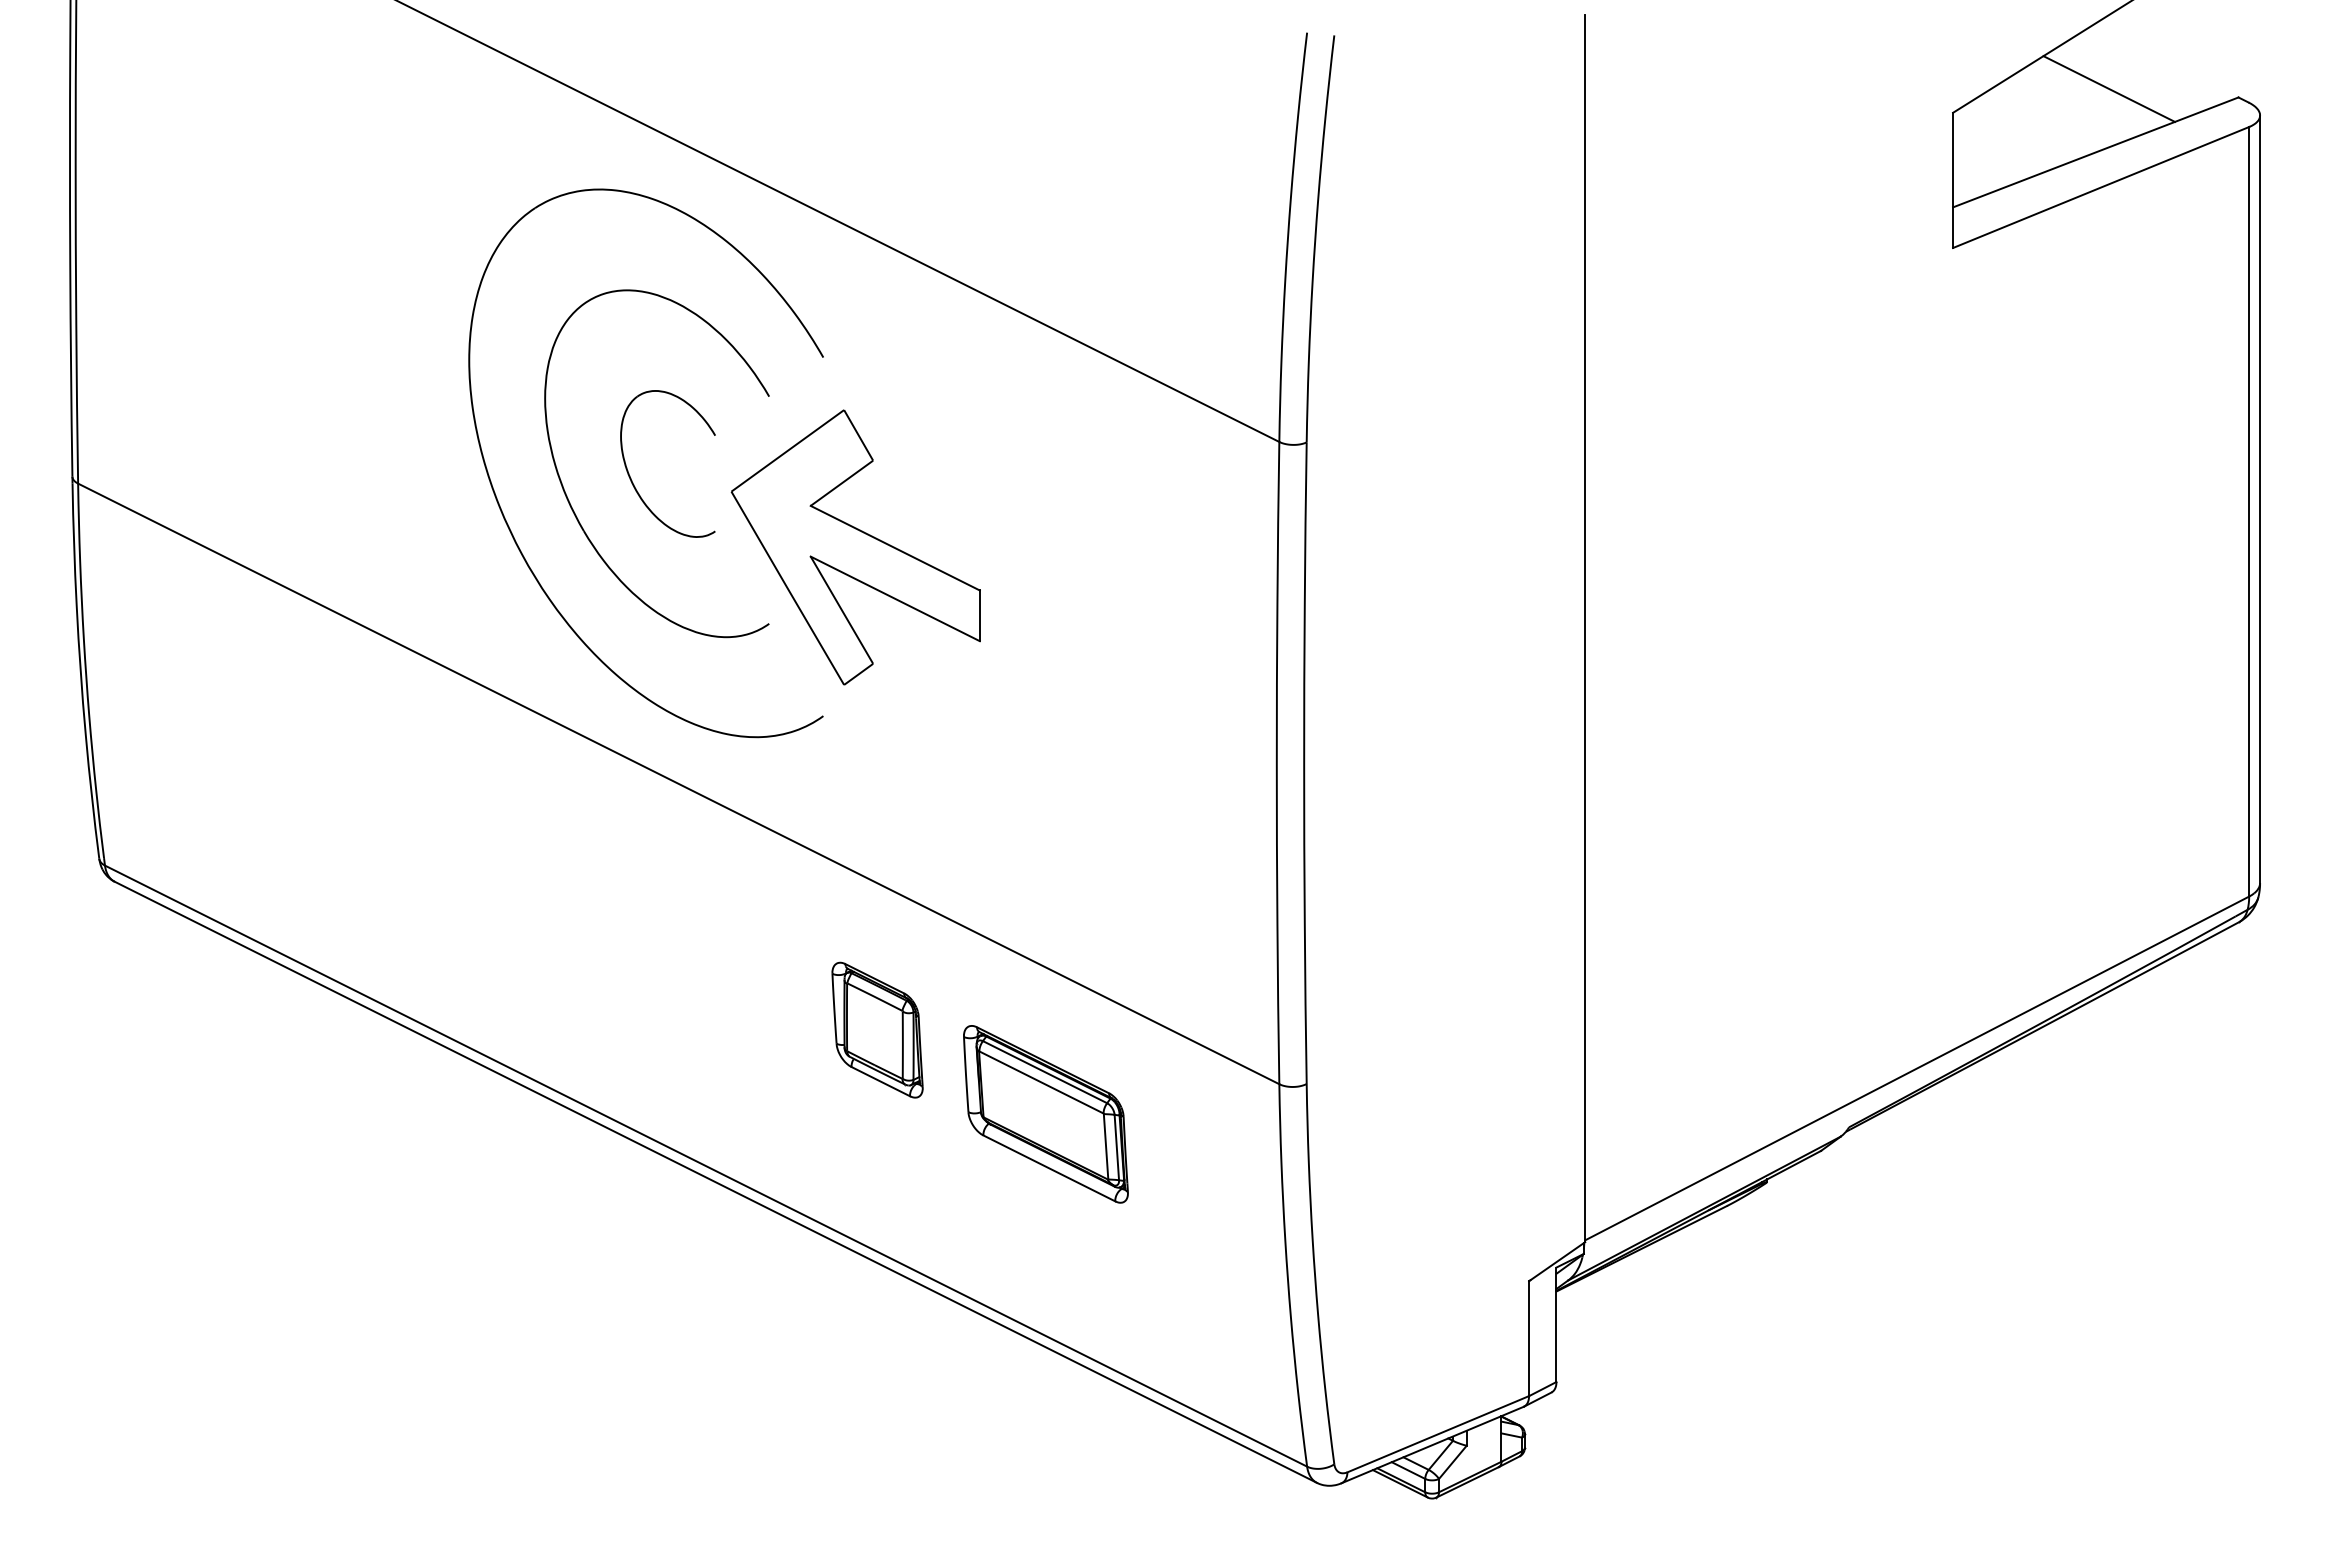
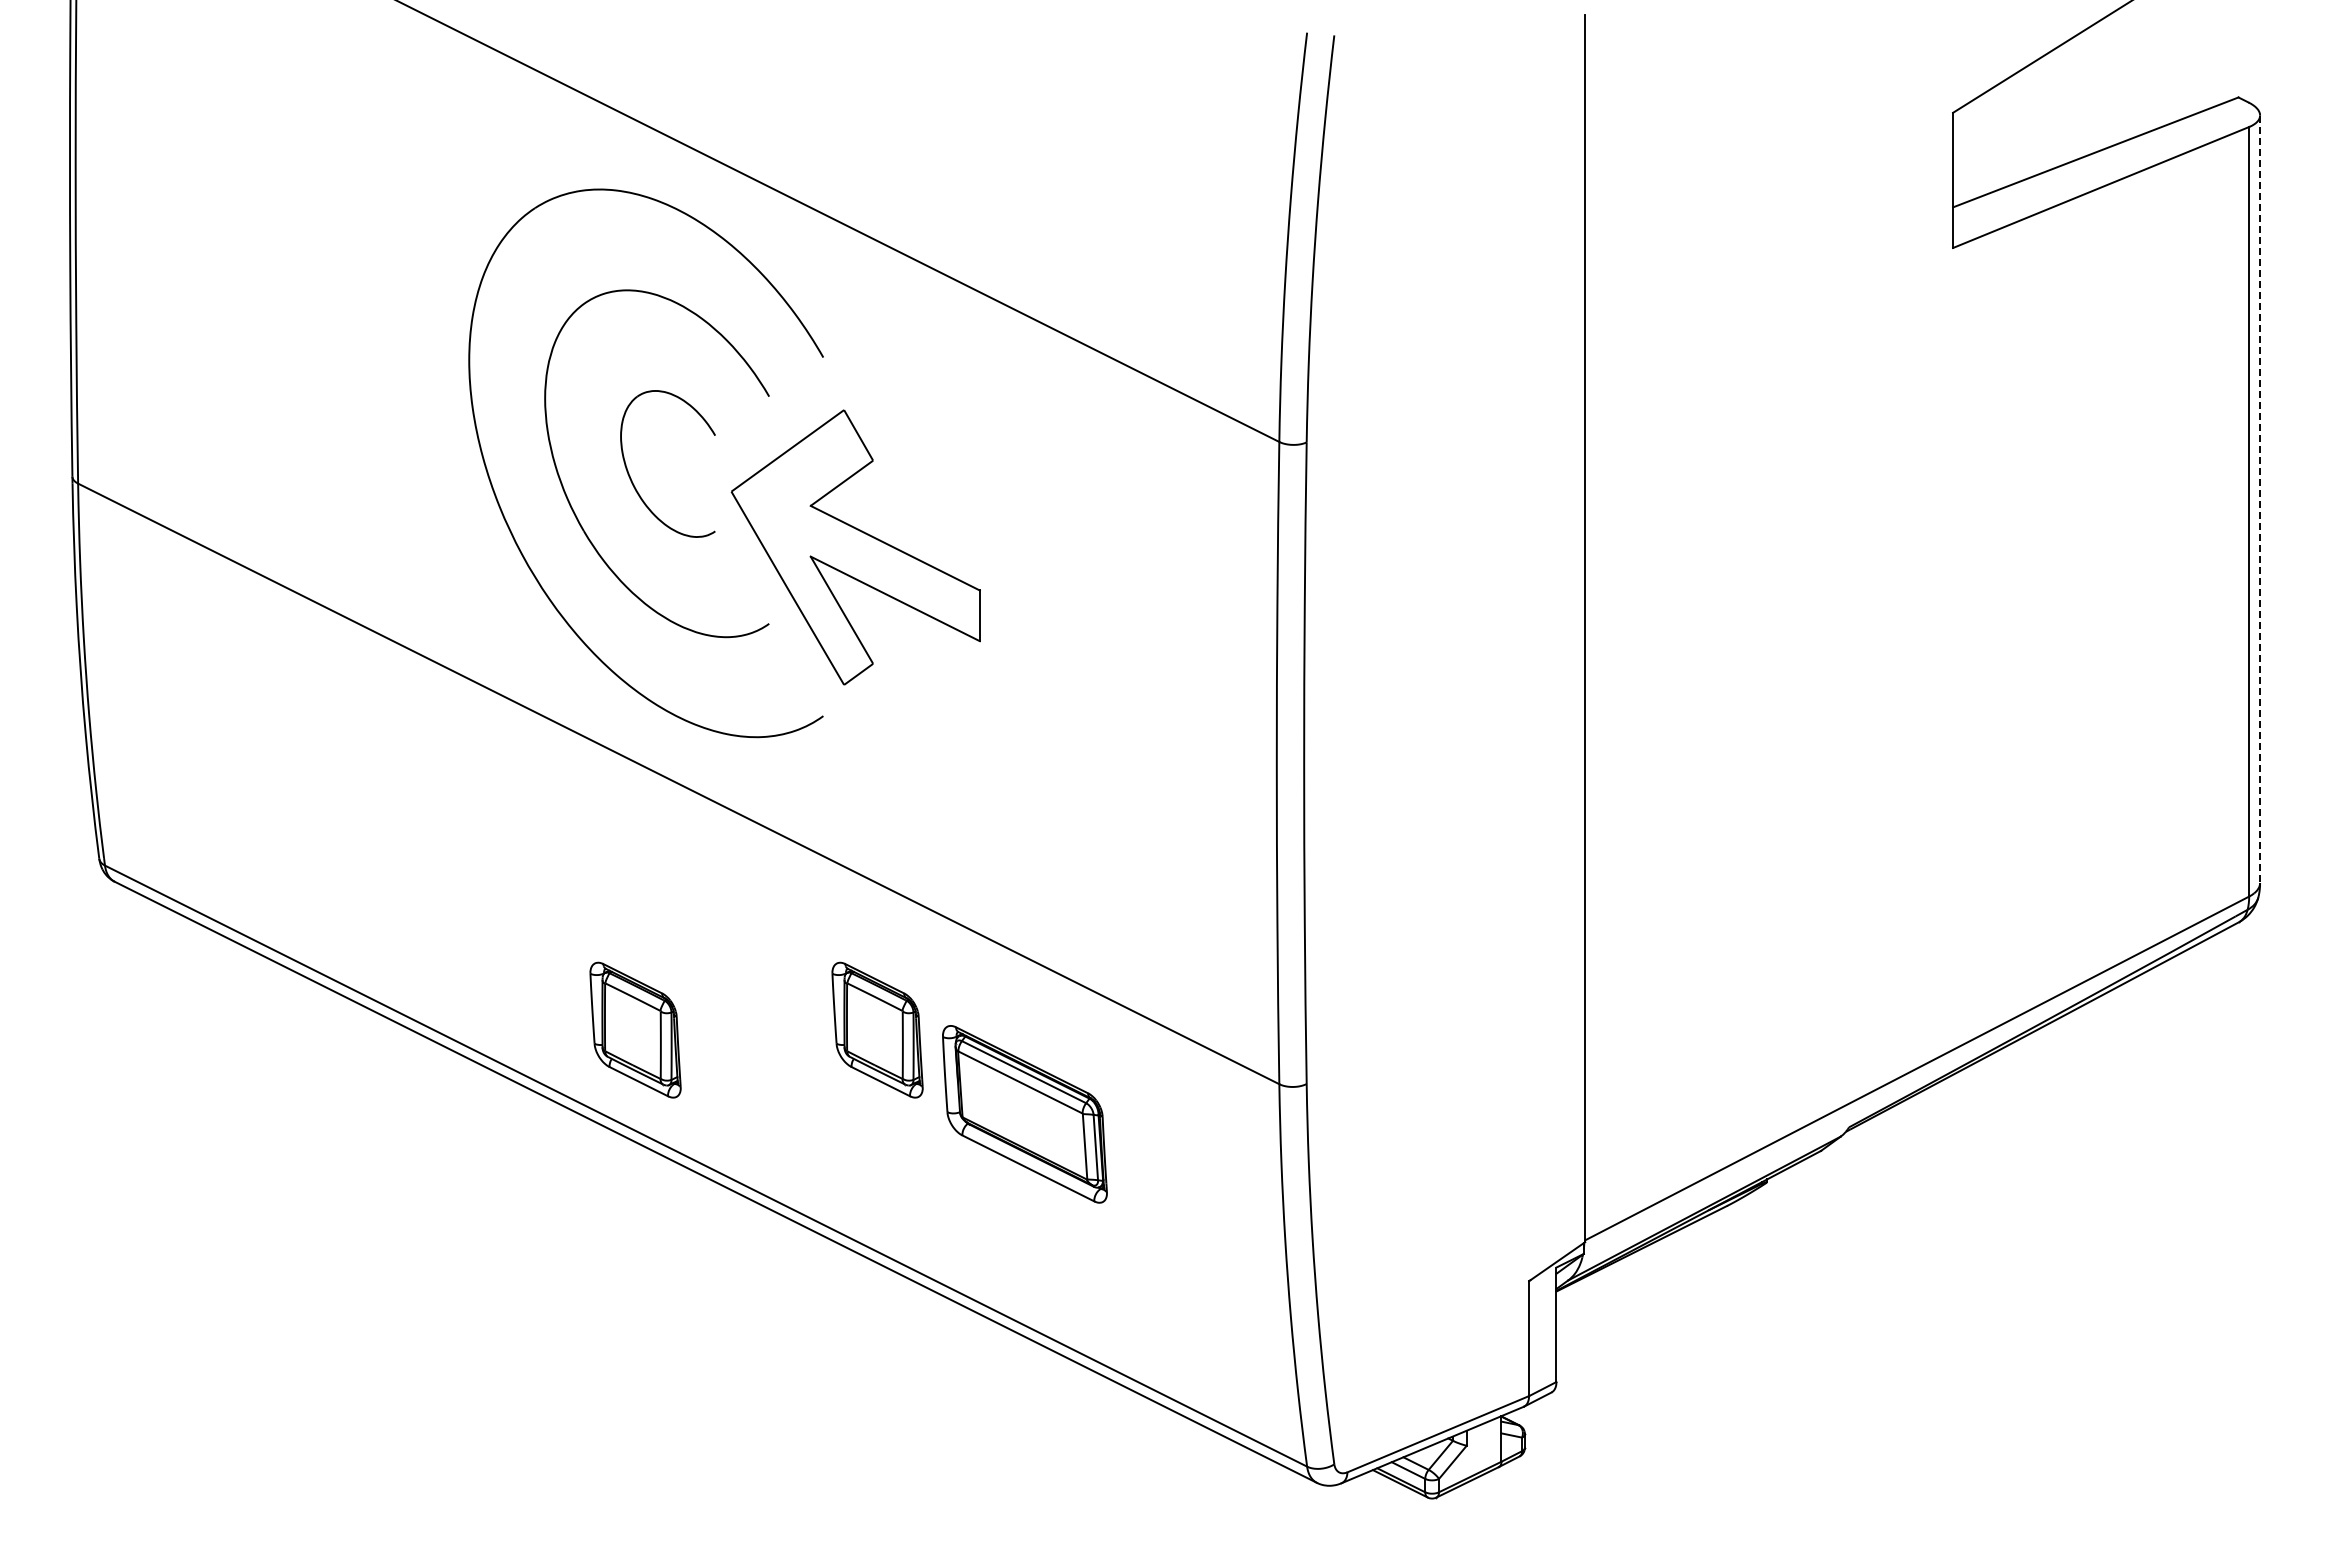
line at (2109, 88): present -> none
line at (2260, 499): solid -> dashed
part at (635, 1029): none -> present
part at (1045, 1114) position: (1045, 1114) -> (1024, 1114)
